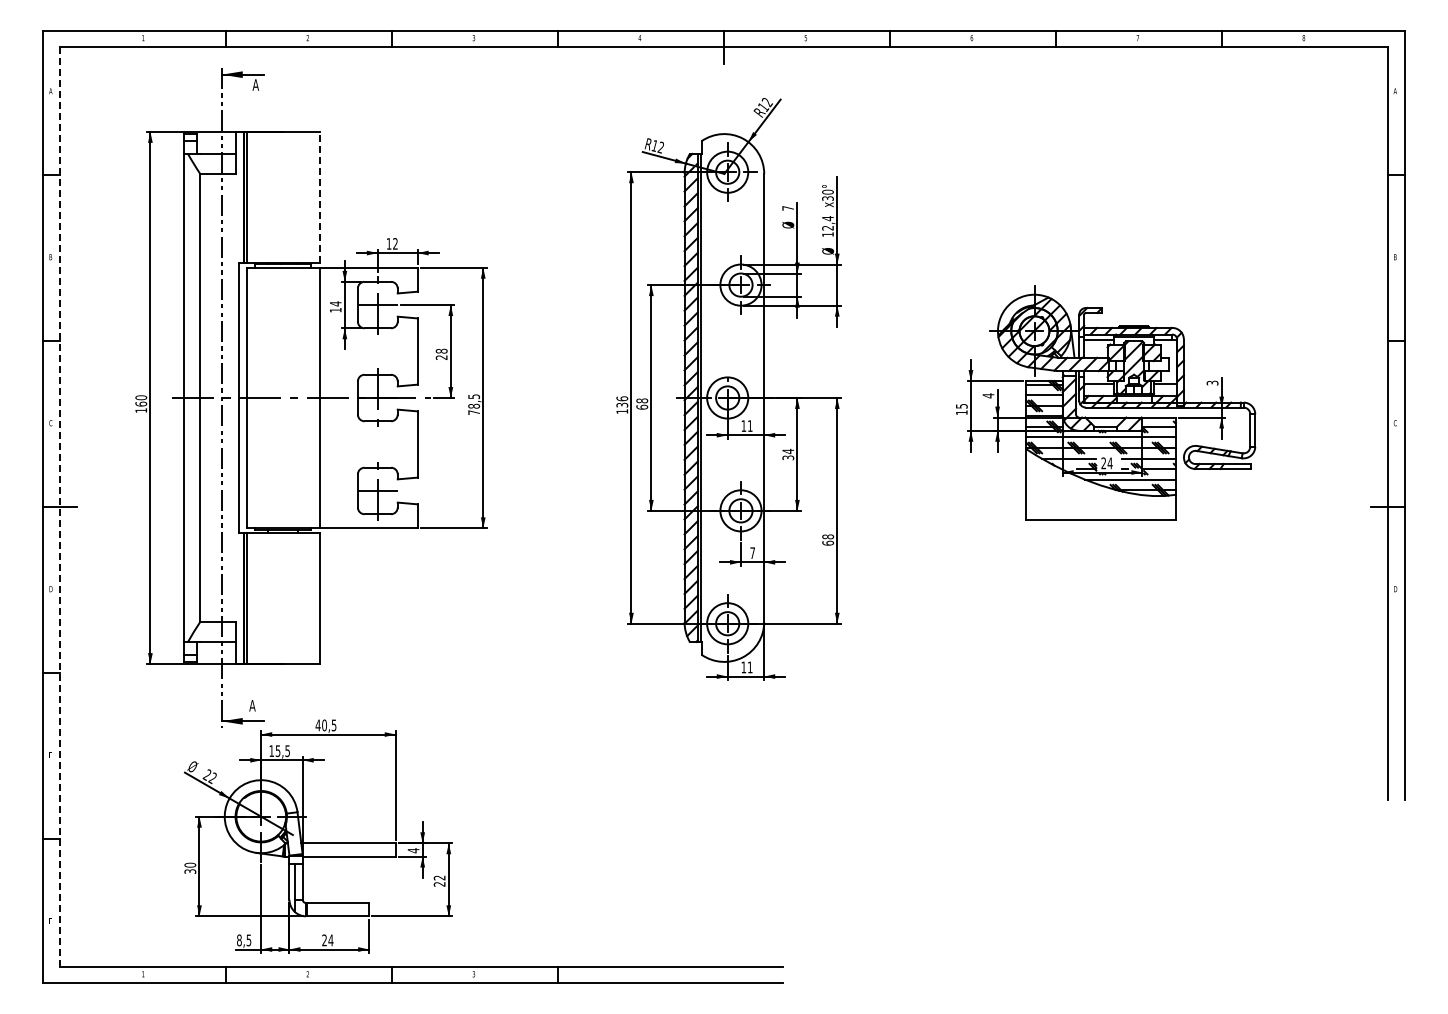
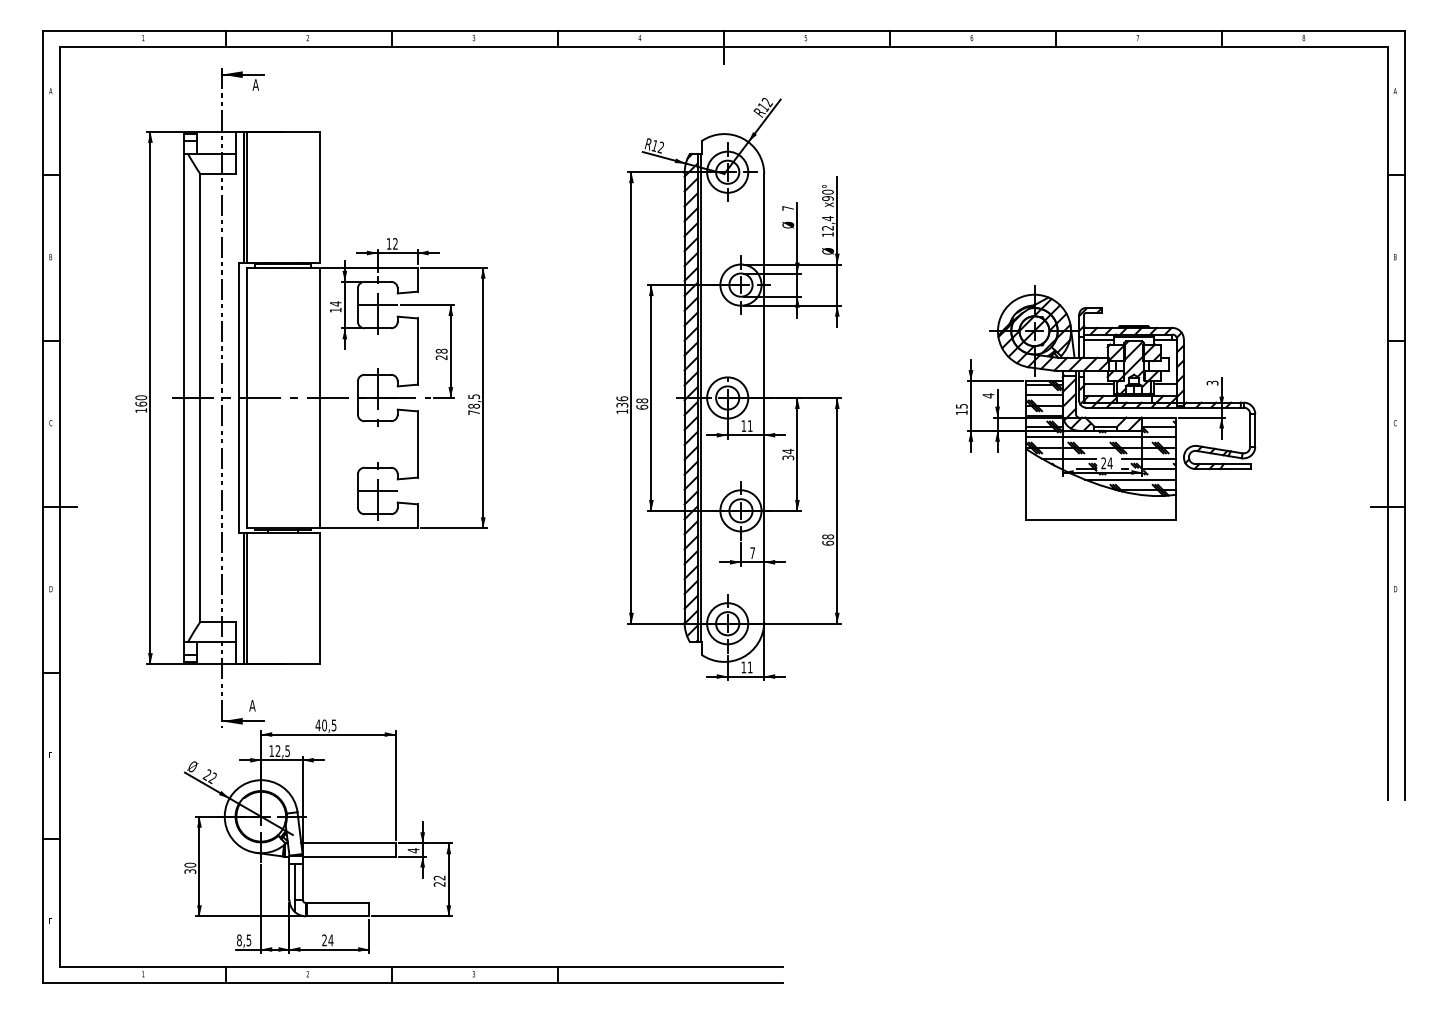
line at (319, 197): dashed -> solid
text at (827, 198): x30° -> x90°
line at (60, 507): dashed -> solid
text at (277, 751): 15,5 -> 12,5
